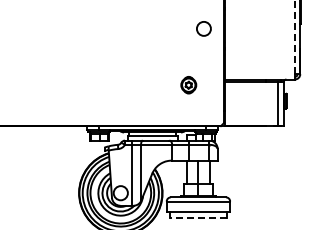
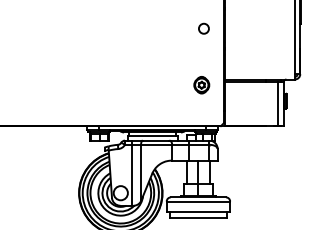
circle at (203, 28) size: 16x16 px -> 12x13 px
line at (294, 37): dashed -> solid
part at (188, 85) position: (188, 85) -> (201, 85)
line at (198, 218): dashed -> solid
